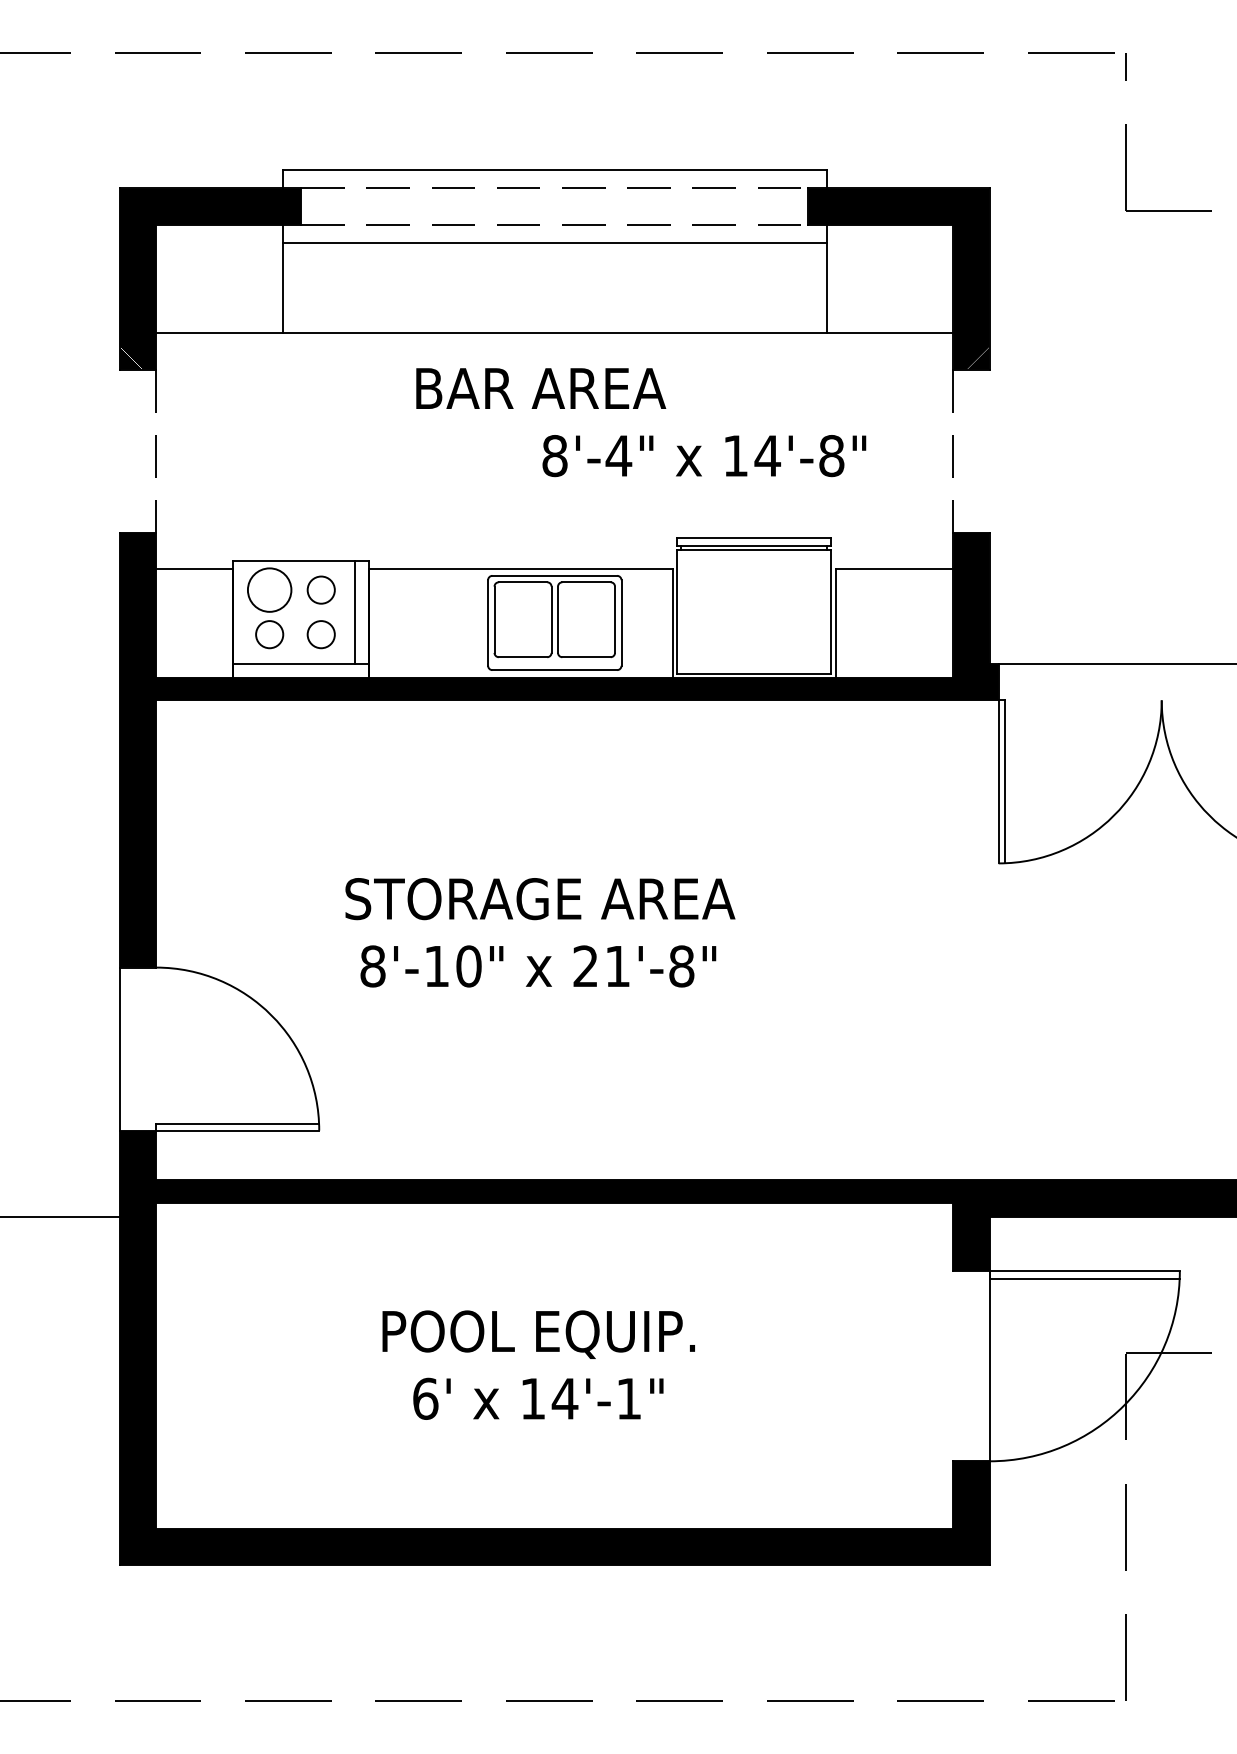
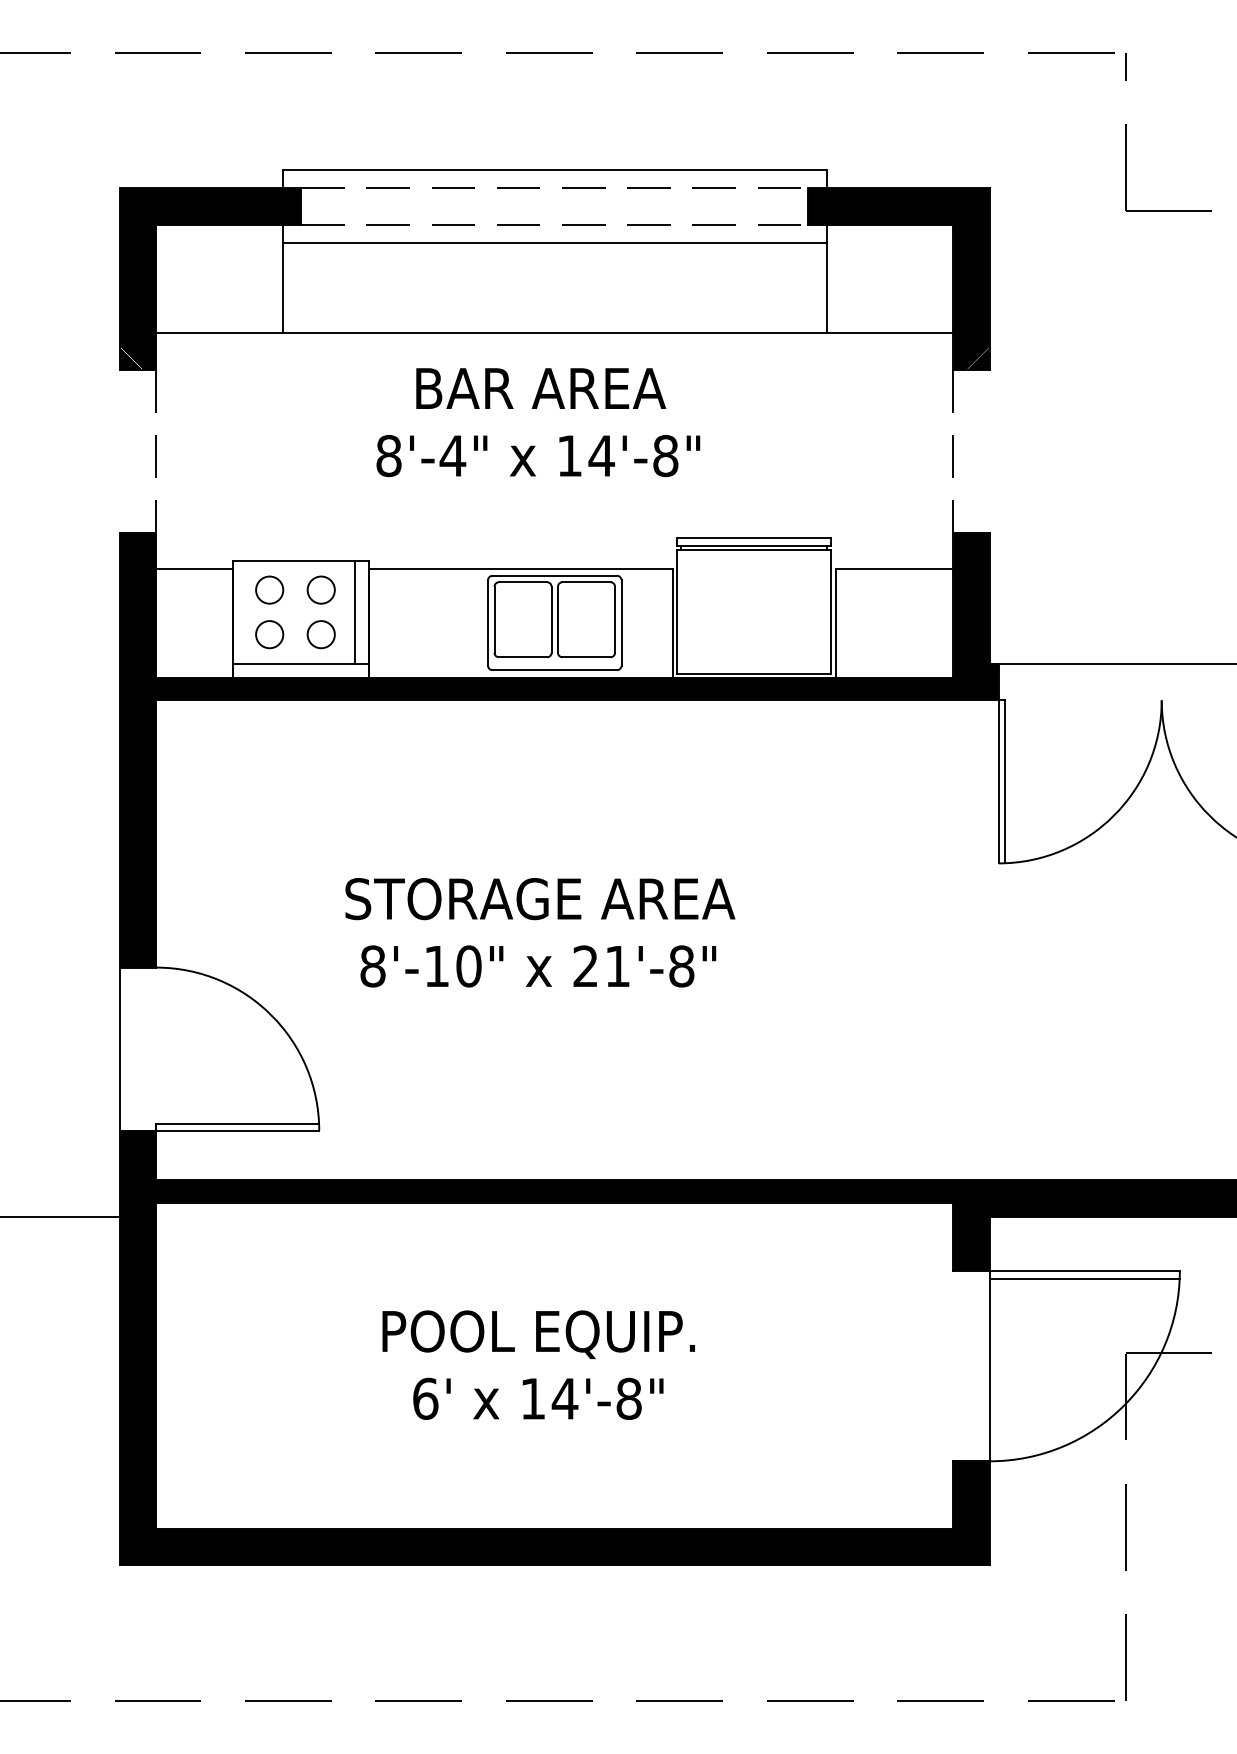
text at (704, 456) position: (704, 456) -> (538, 456)
circle at (269, 589) diameter: 43 px -> 27 px
text at (628, 1398): 14'-1" -> 14'-8"
